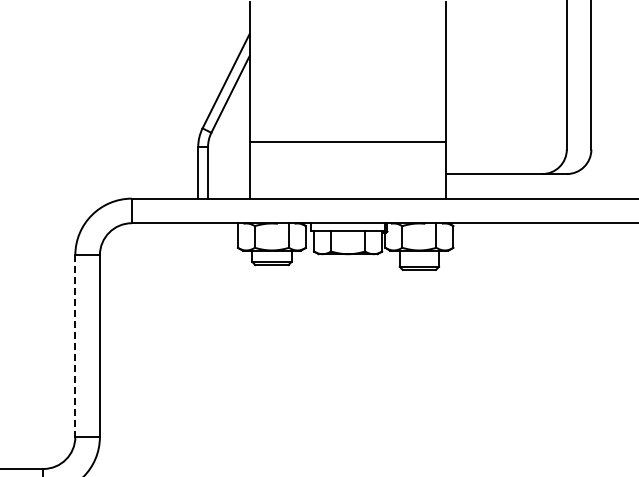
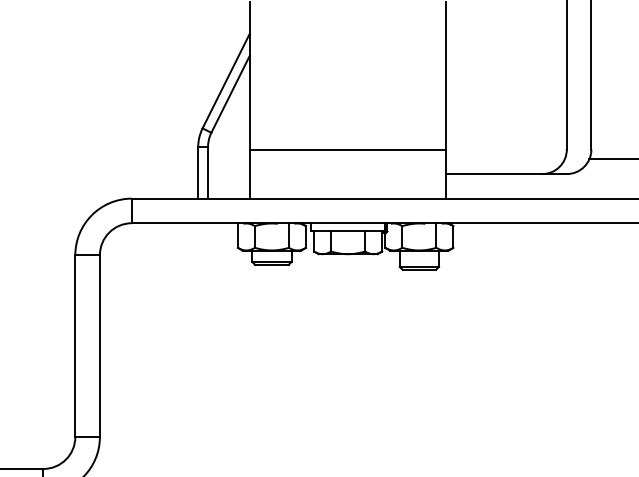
line at (347, 141) position: (347, 141) -> (347, 149)
line at (612, 159): none -> present
line at (75, 346): dashed -> solid
